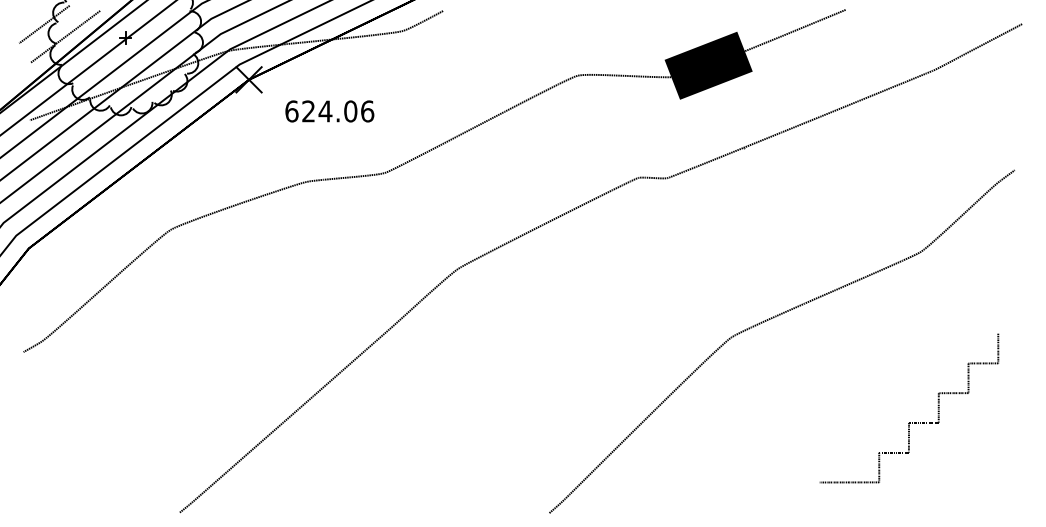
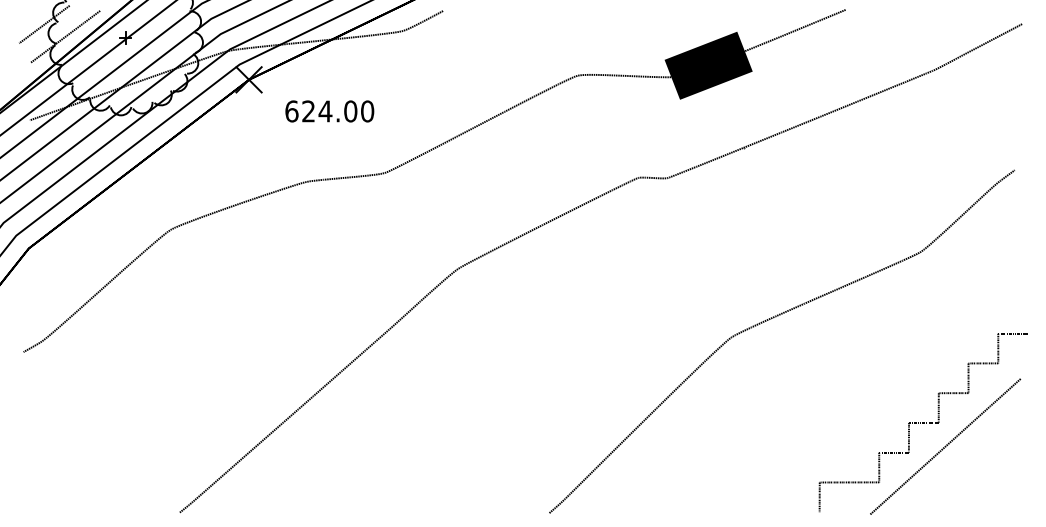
text at (367, 111): 624.06 -> 624.00
line at (1012, 333): none -> present
line at (945, 446): none -> present
line at (819, 497): none -> present
